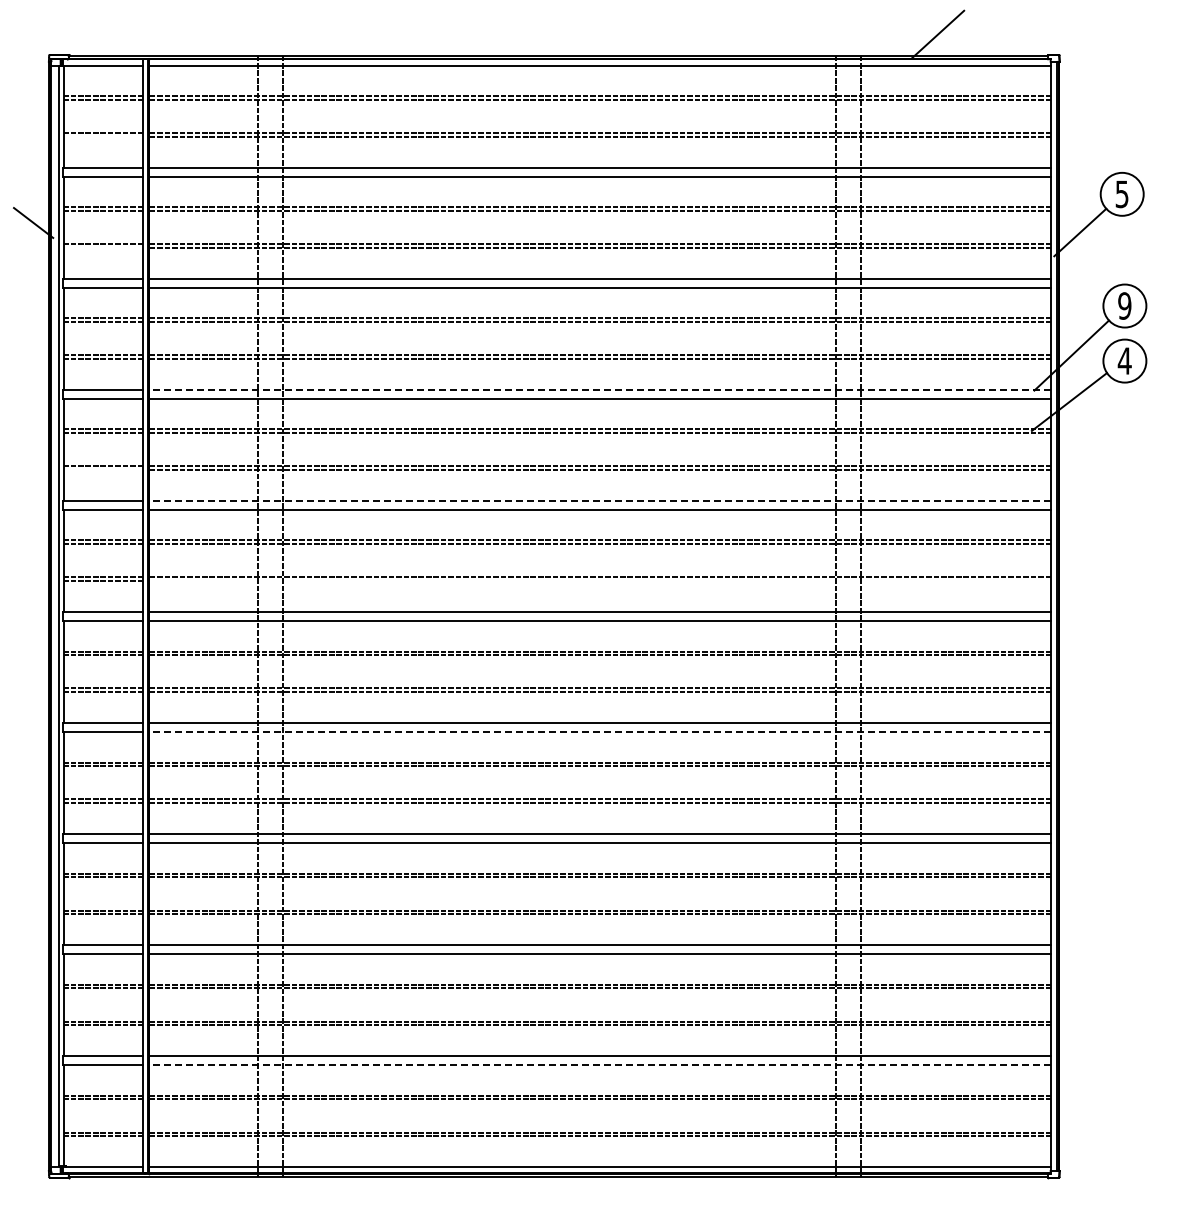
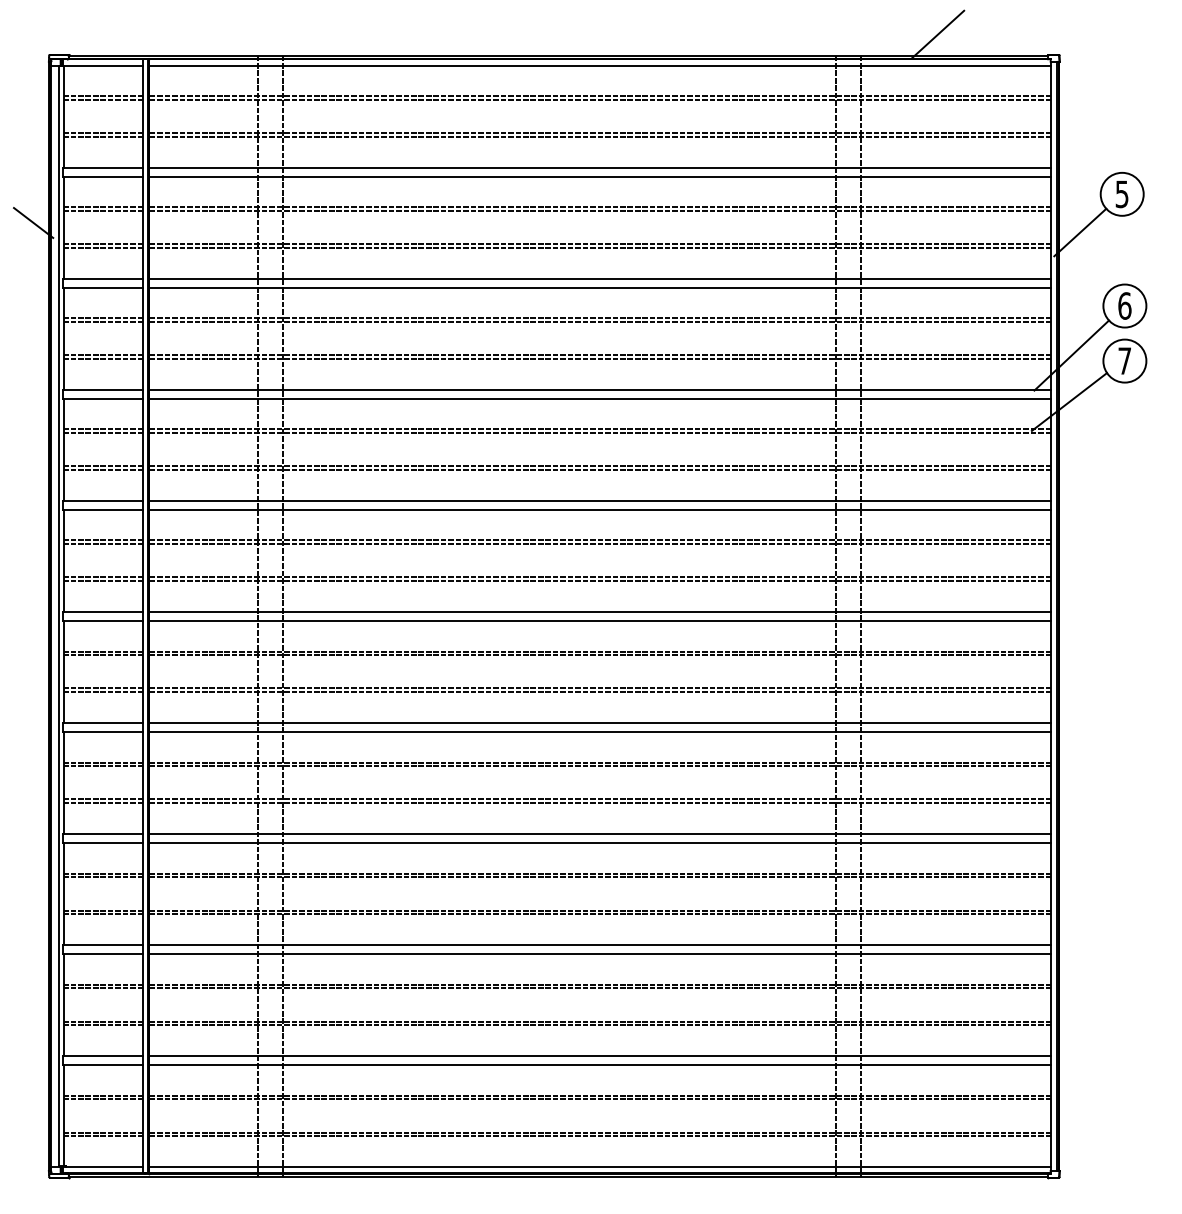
line at (103, 137): none -> present
line at (103, 248): none -> present
text at (1124, 305): 9 -> 6
text at (1124, 360): 4 -> 7
line at (599, 389): dashed -> solid
line at (103, 470): none -> present
line at (599, 500): dashed -> solid
line at (599, 581): none -> present
line at (599, 732): dashed -> solid
line at (599, 1065): dashed -> solid
